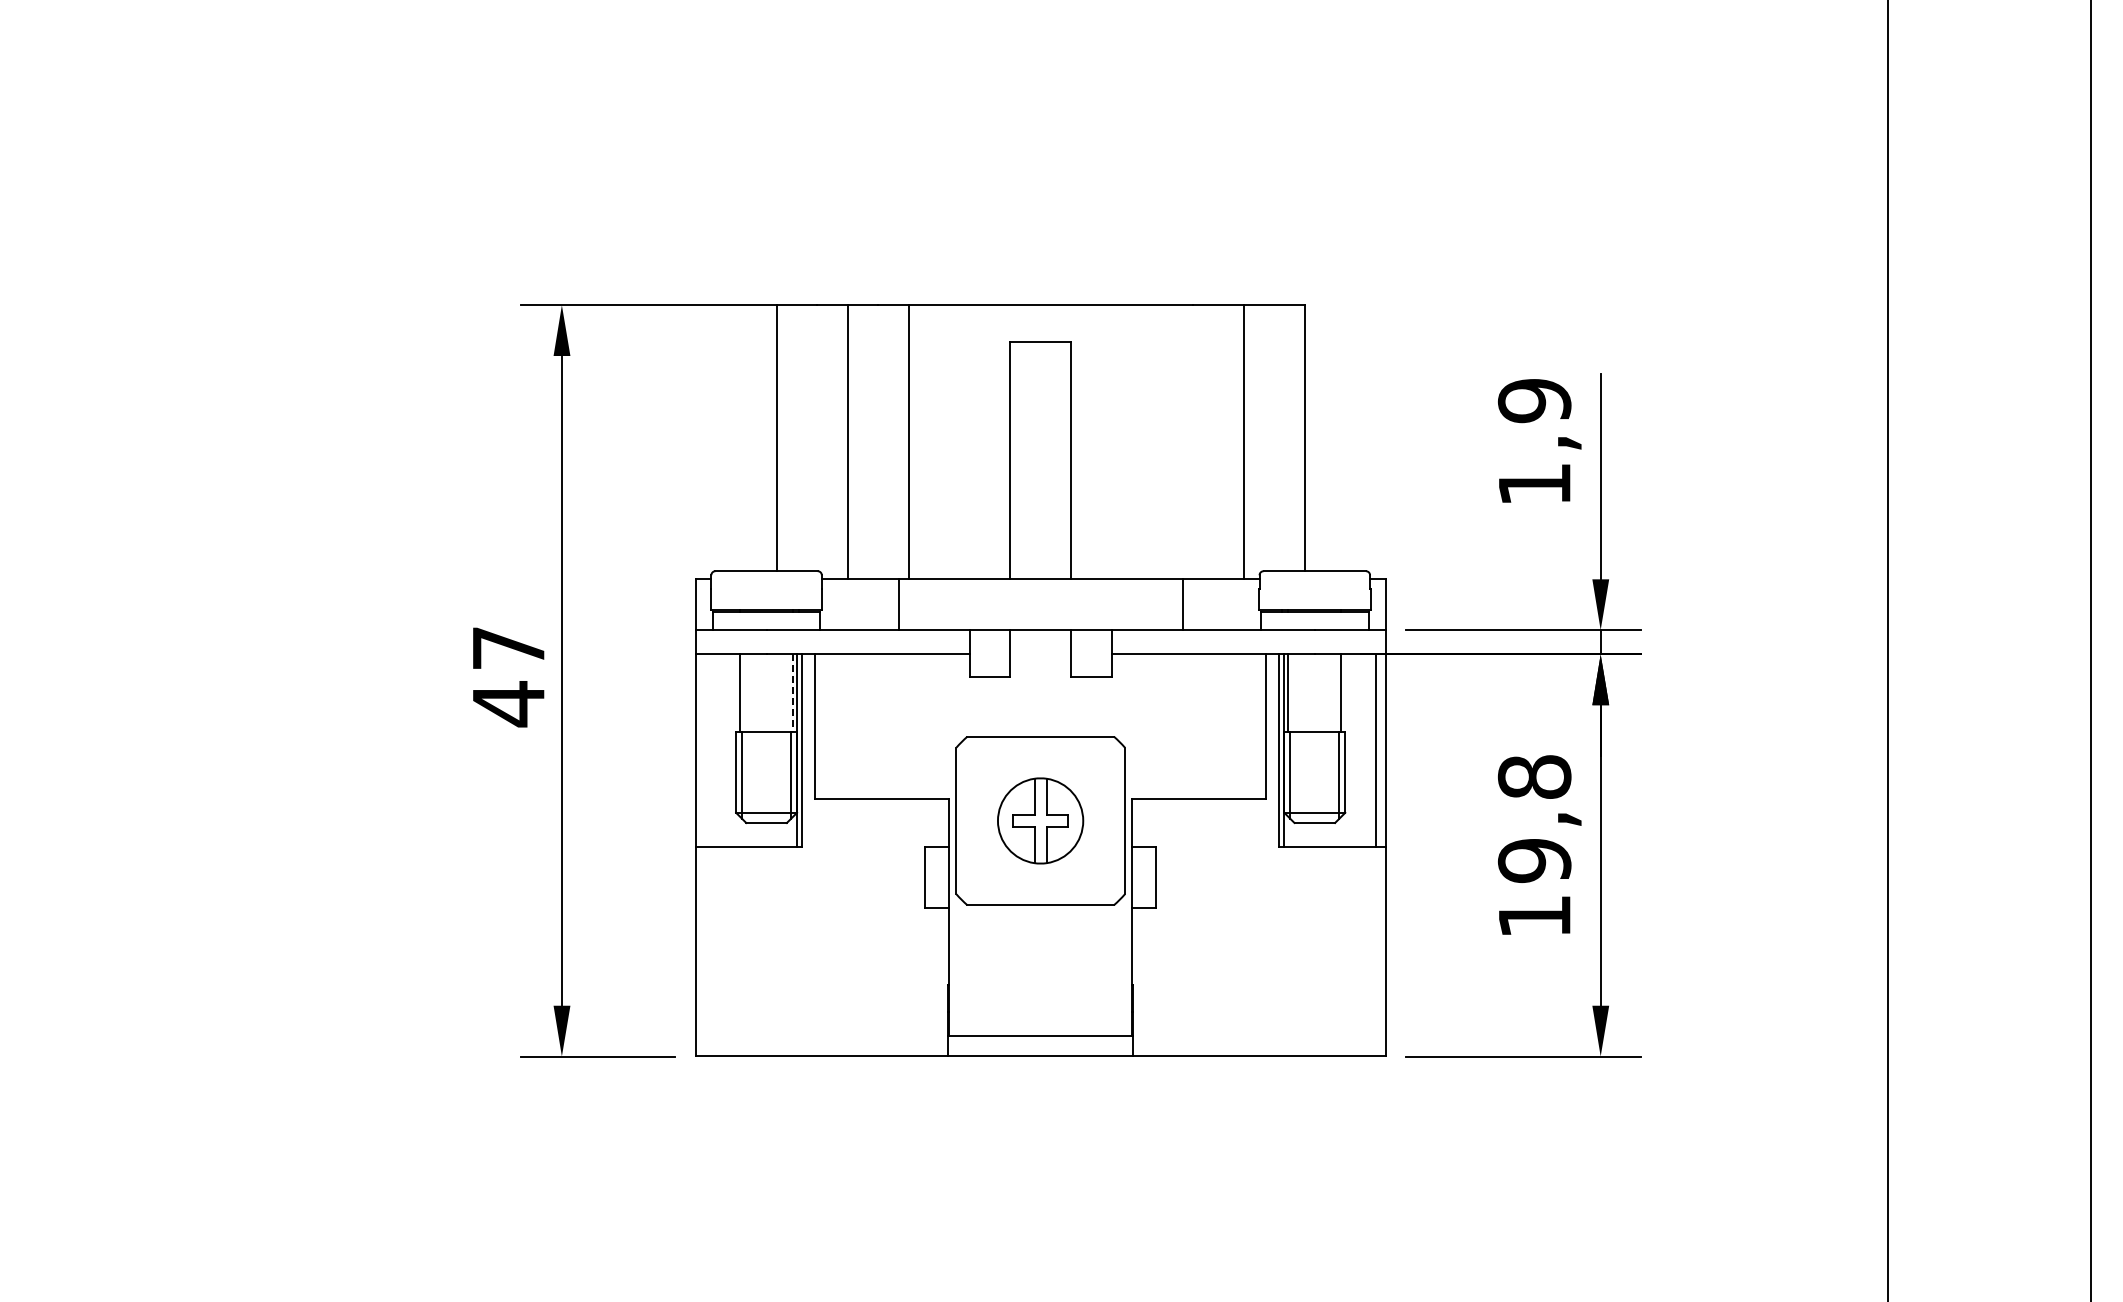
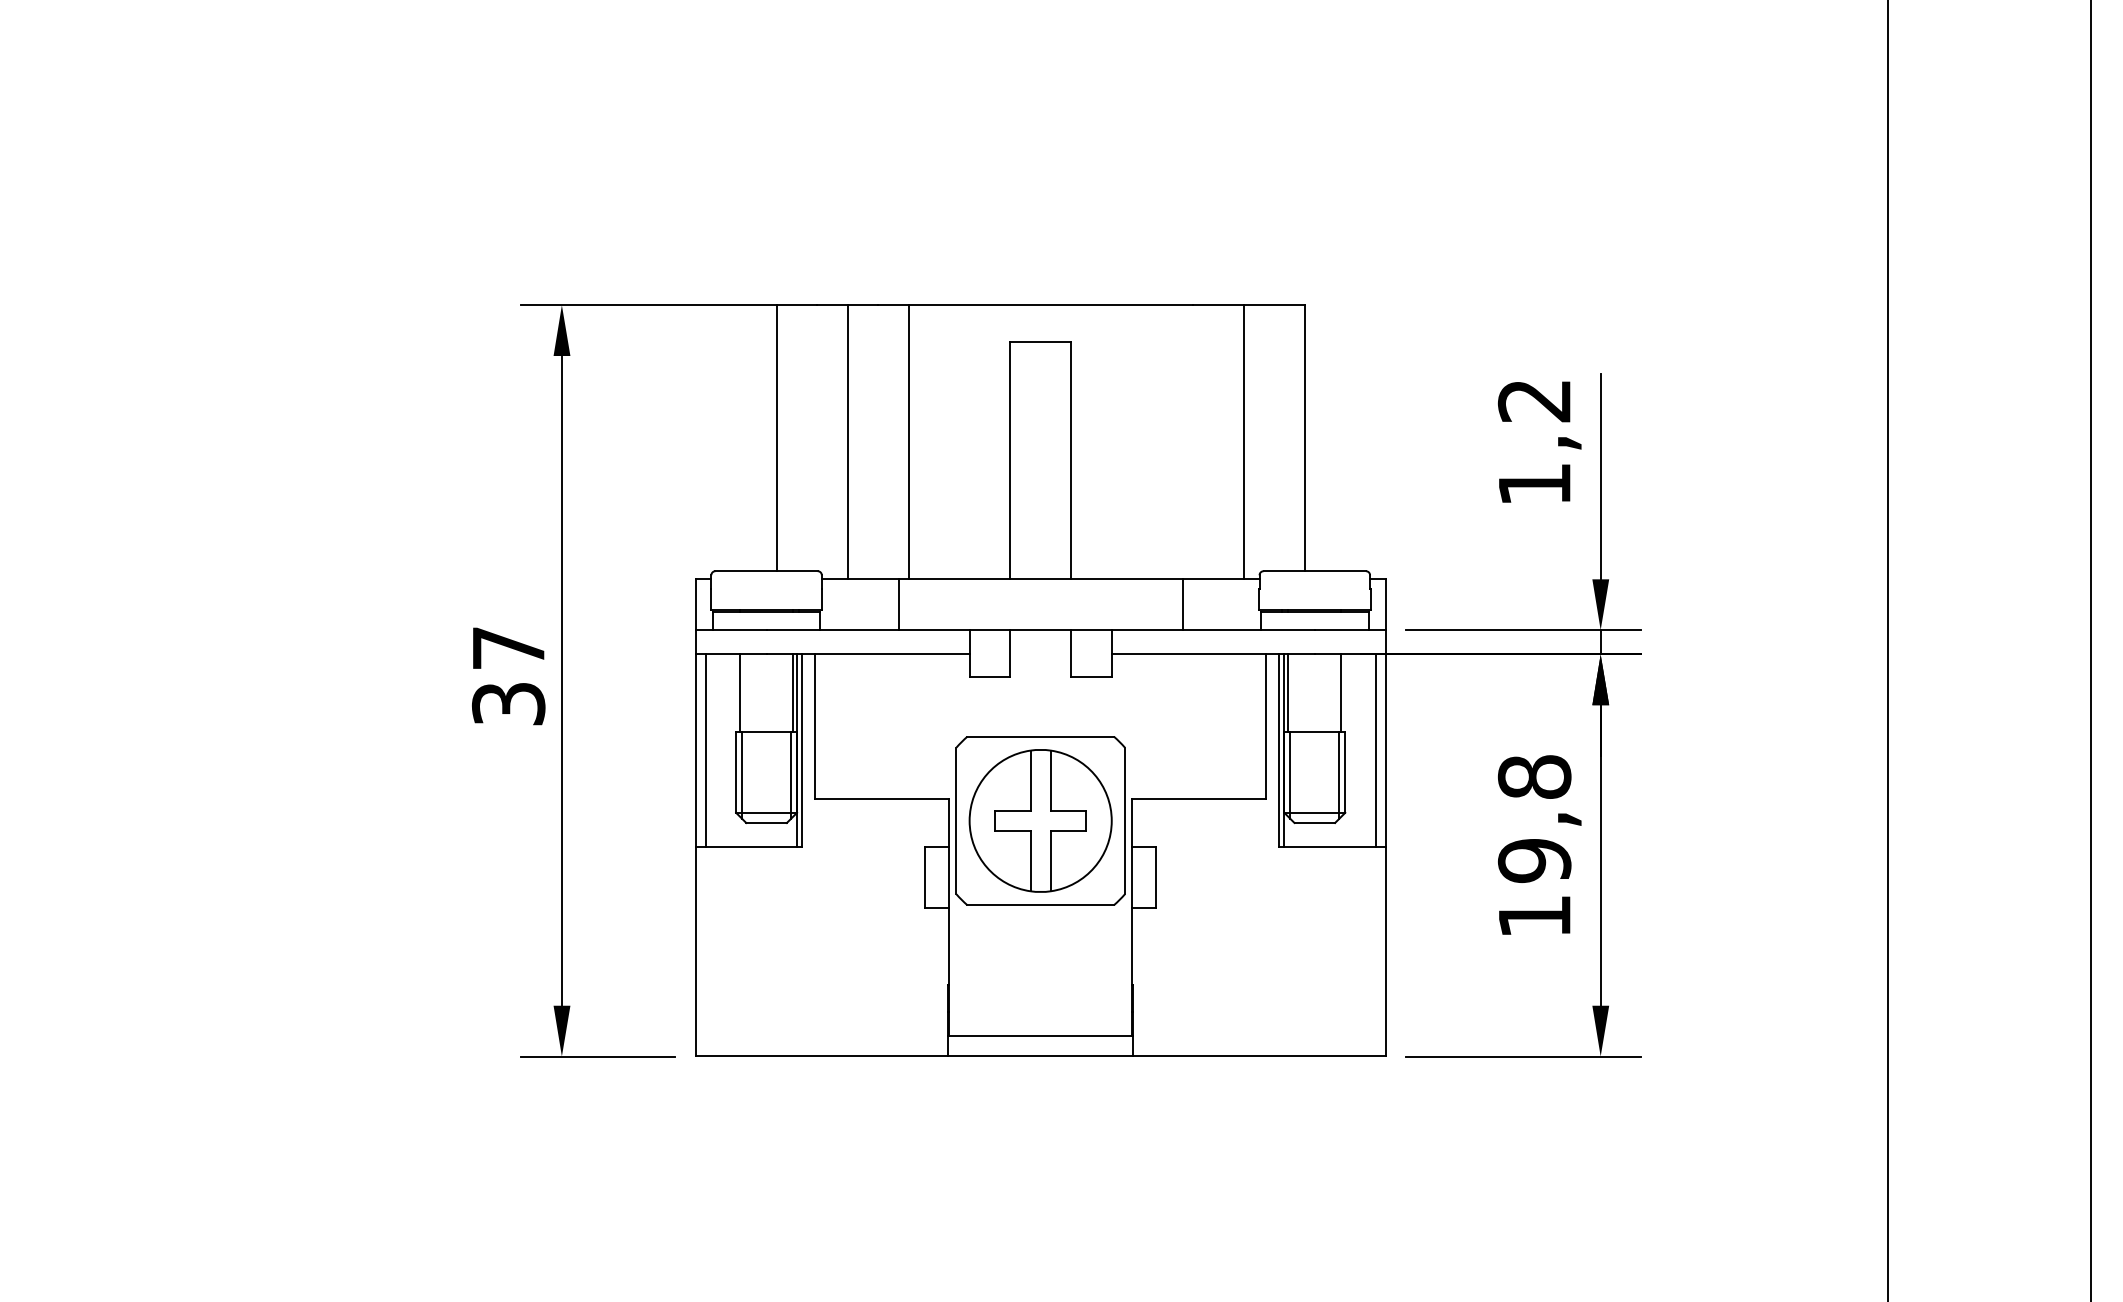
text at (1534, 401): 1,9 -> 1,2
line at (792, 693): dashed -> solid
text at (508, 704): 47 -> 37
line at (705, 750): none -> present
part at (1040, 820) size: 88x88 px -> 145x144 px
